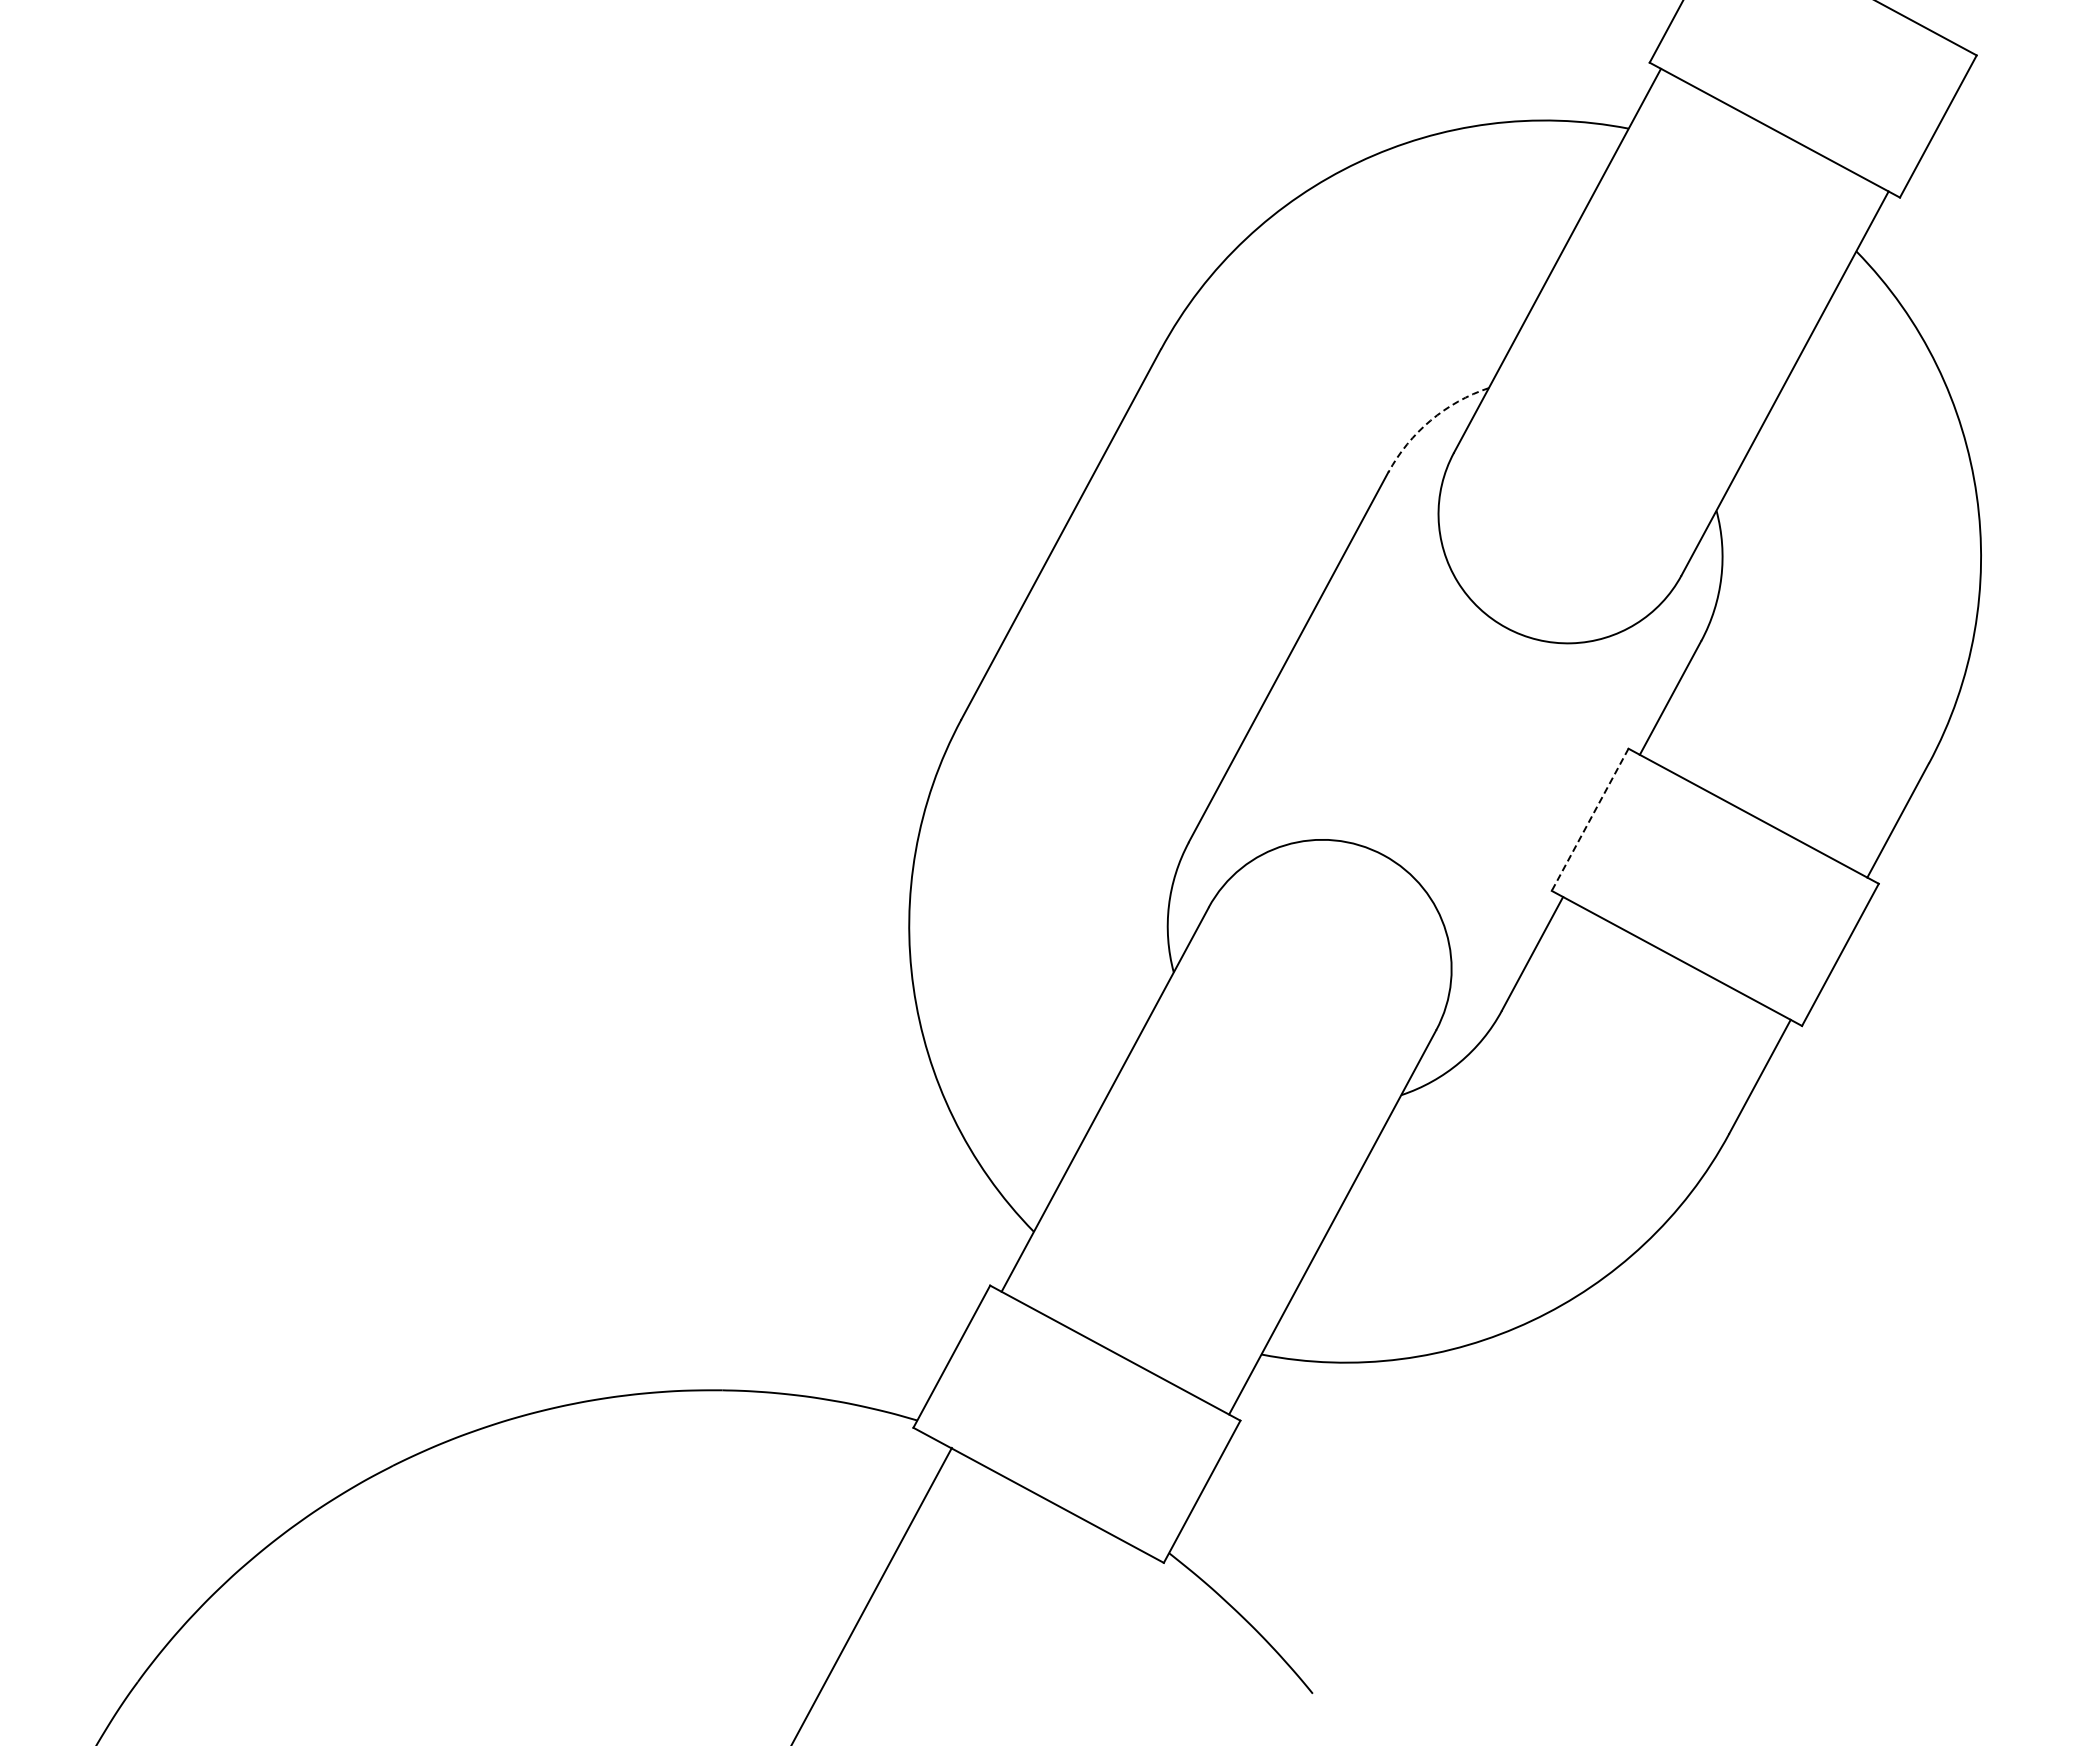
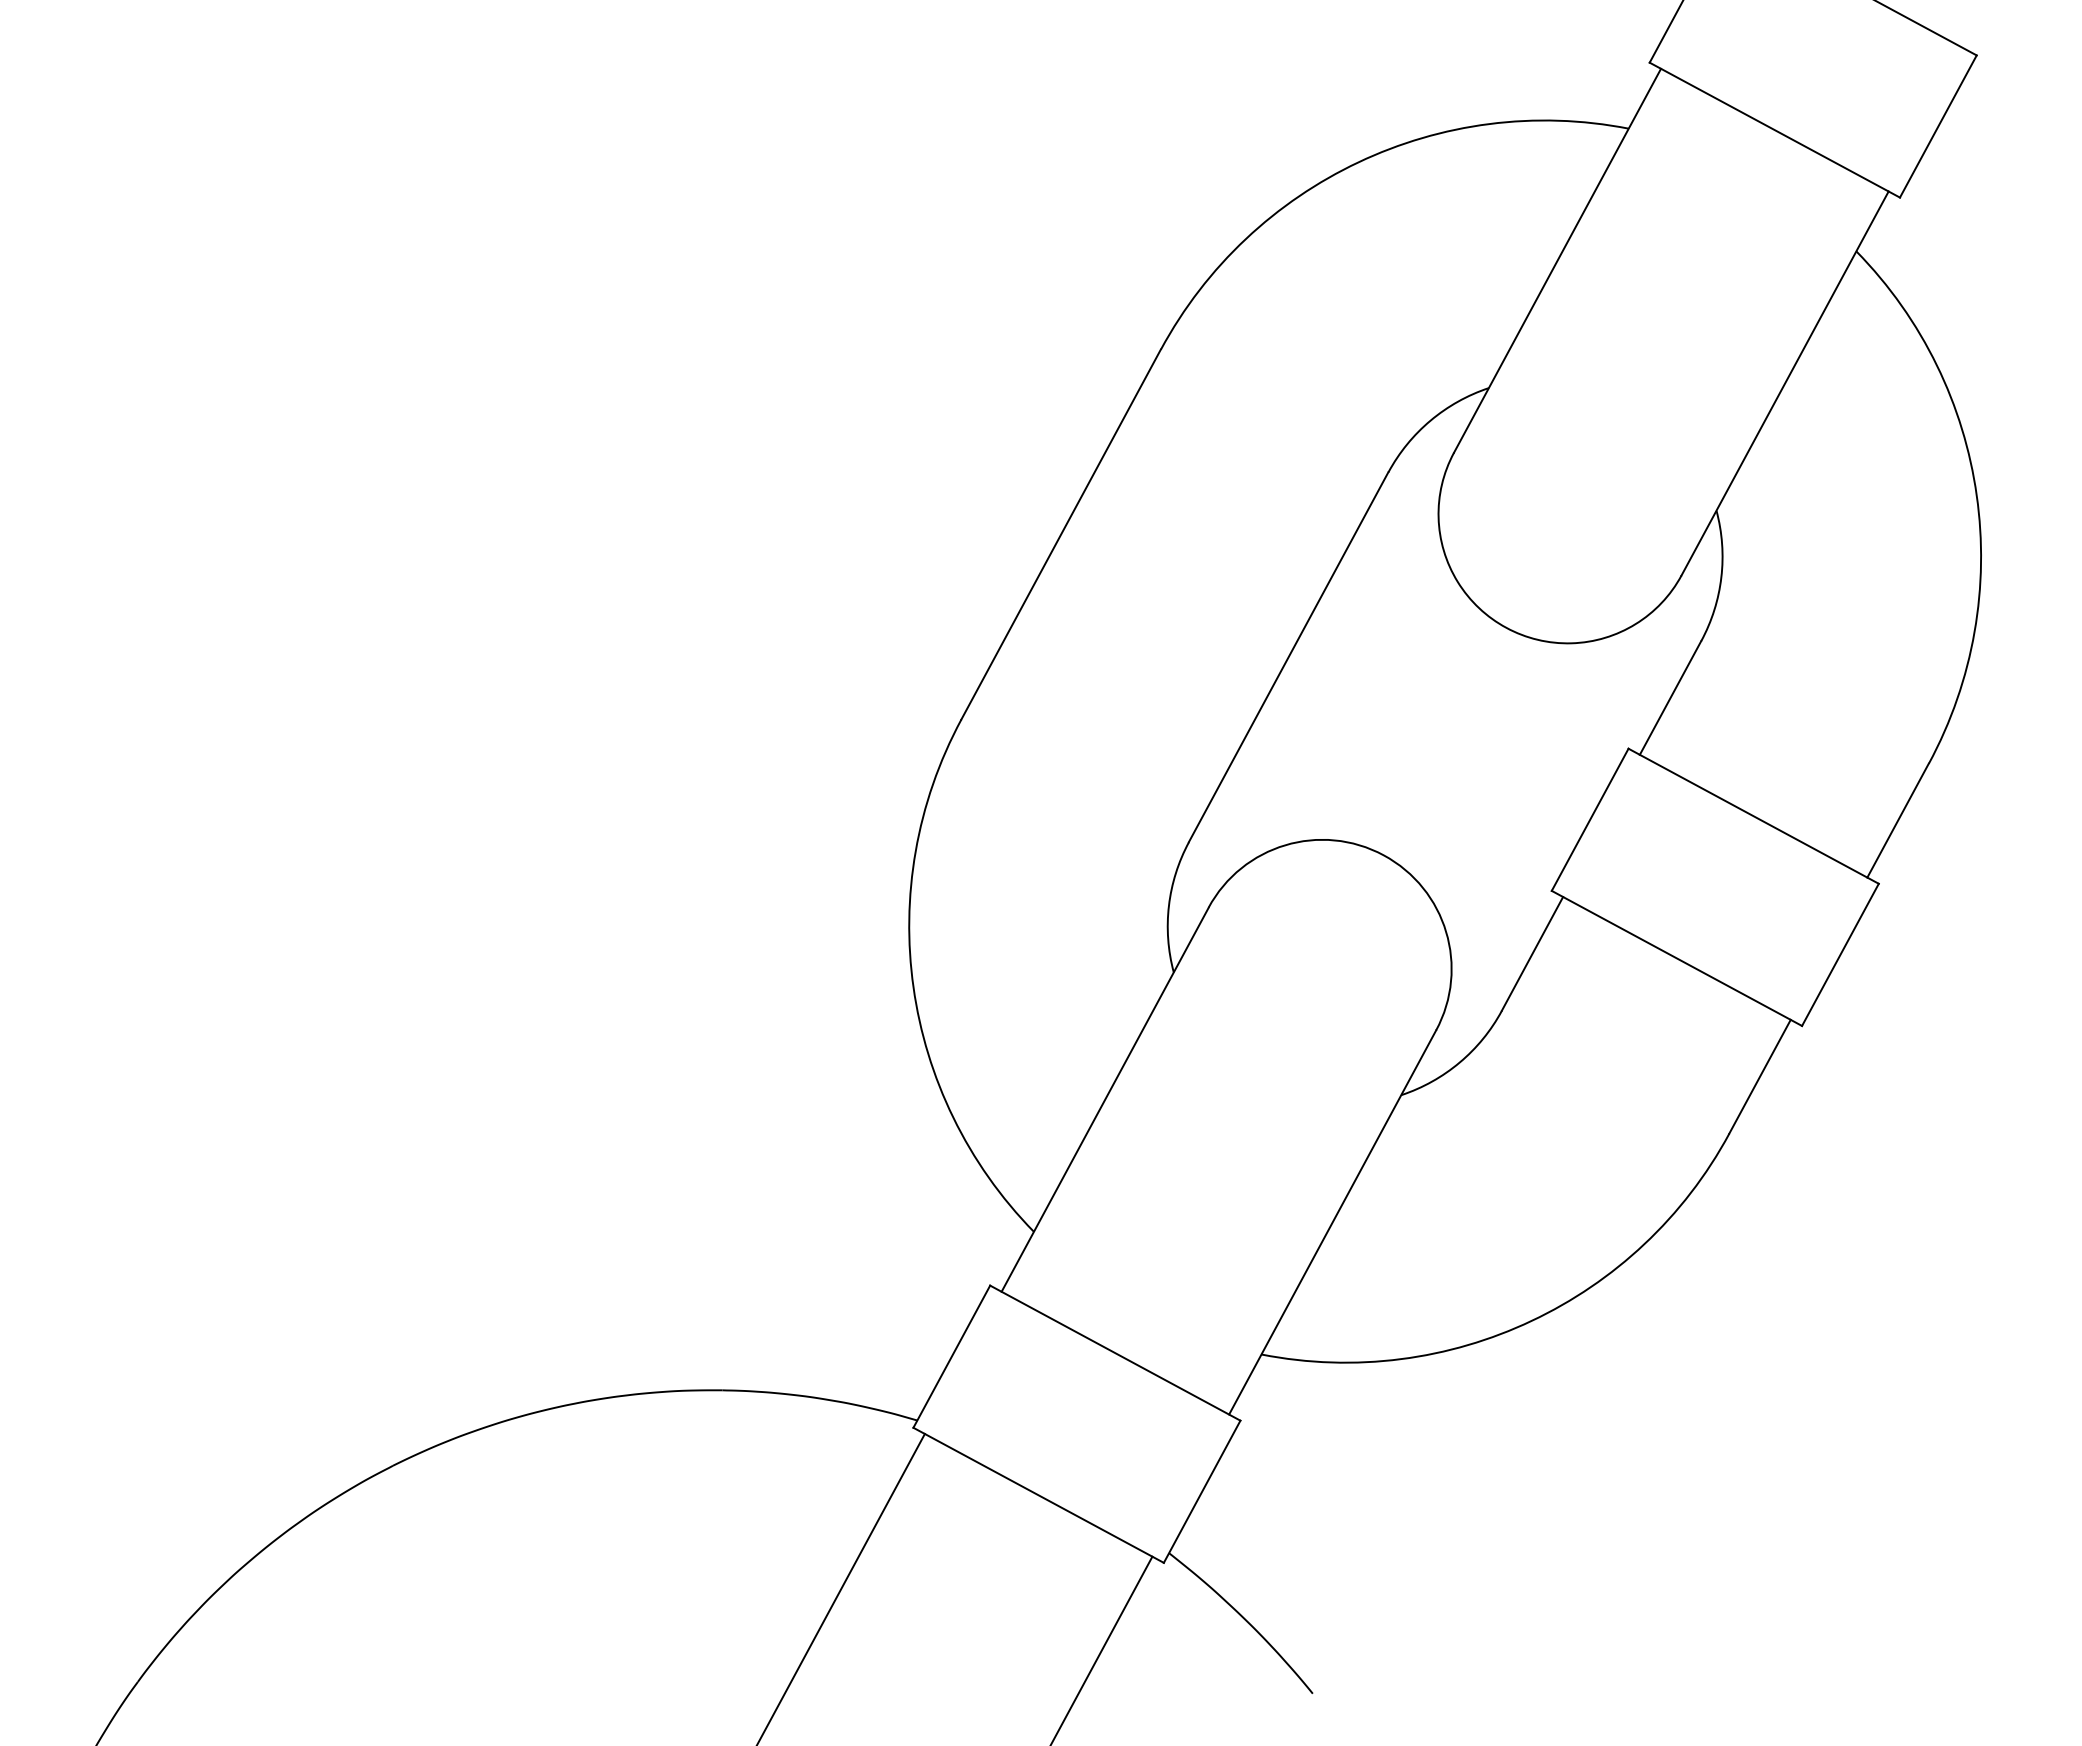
arc at (1430, 420): dashed -> solid
line at (1590, 819): dashed -> solid
line at (872, 1594) position: (872, 1594) -> (841, 1587)
line at (1102, 1649): none -> present
